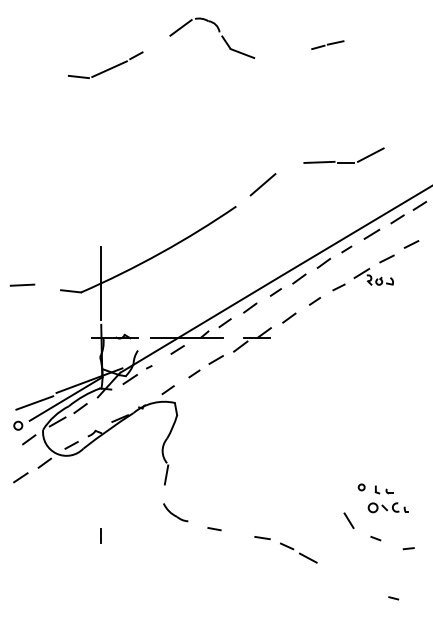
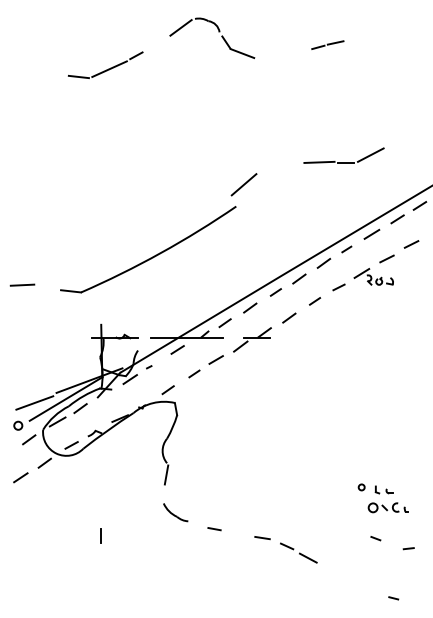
line at (262, 184) position: (262, 184) -> (243, 184)
line at (101, 283): present -> none
line at (348, 520): present -> none
